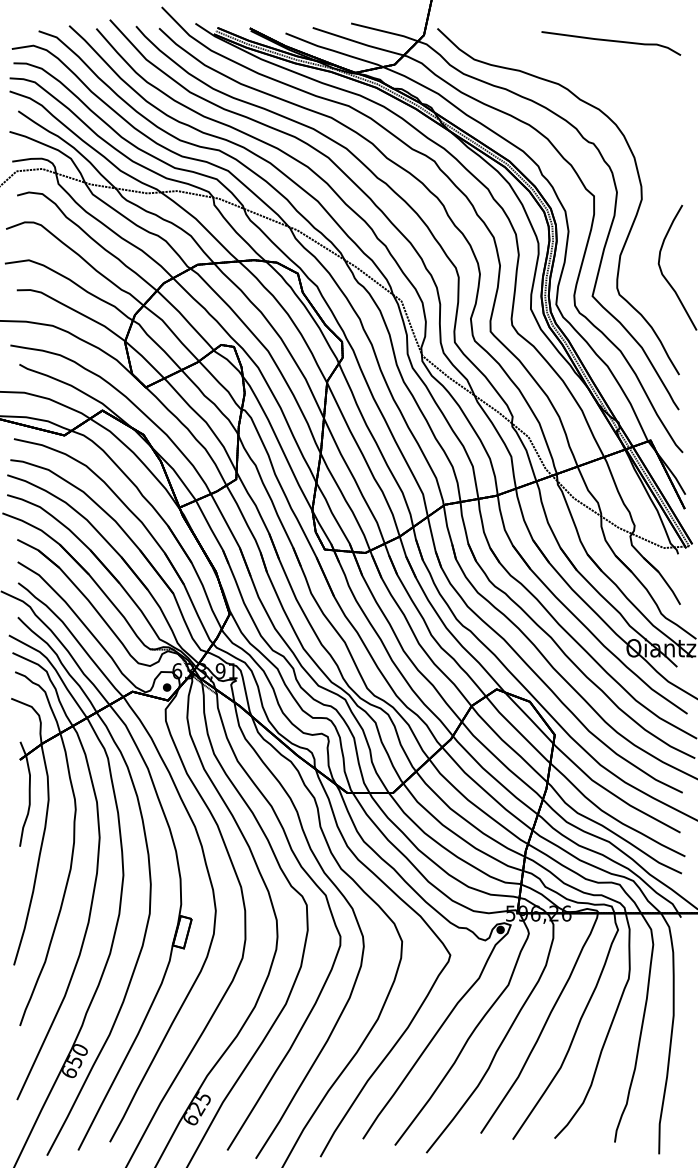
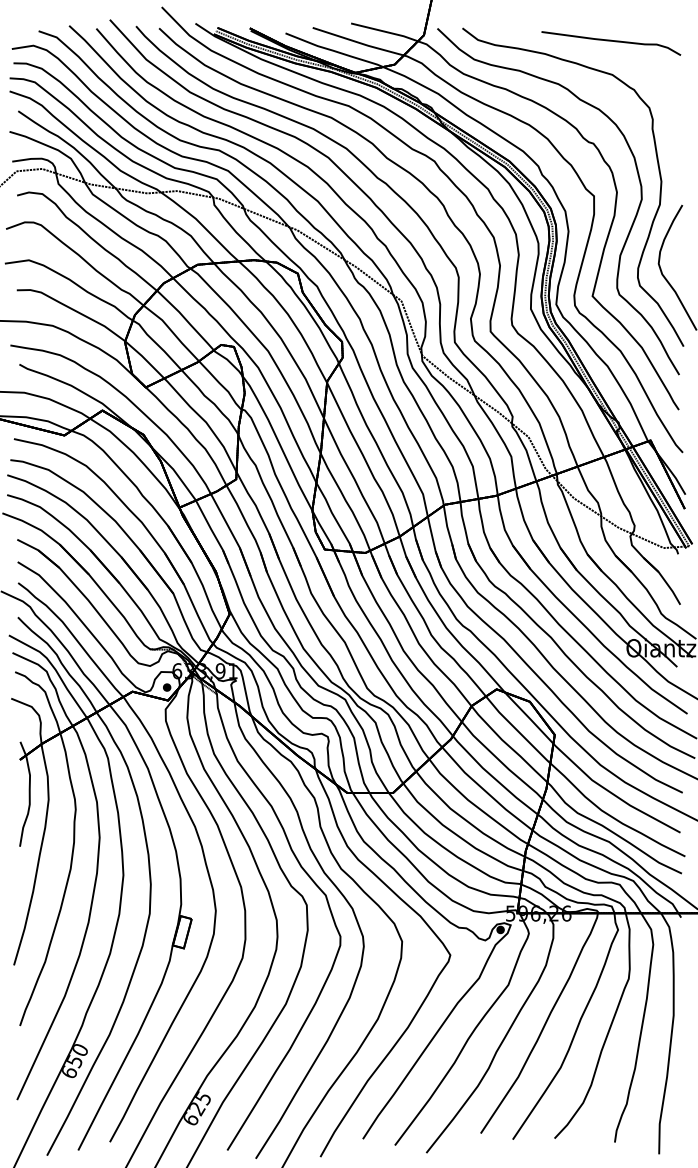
part at (653, 217): none -> present
